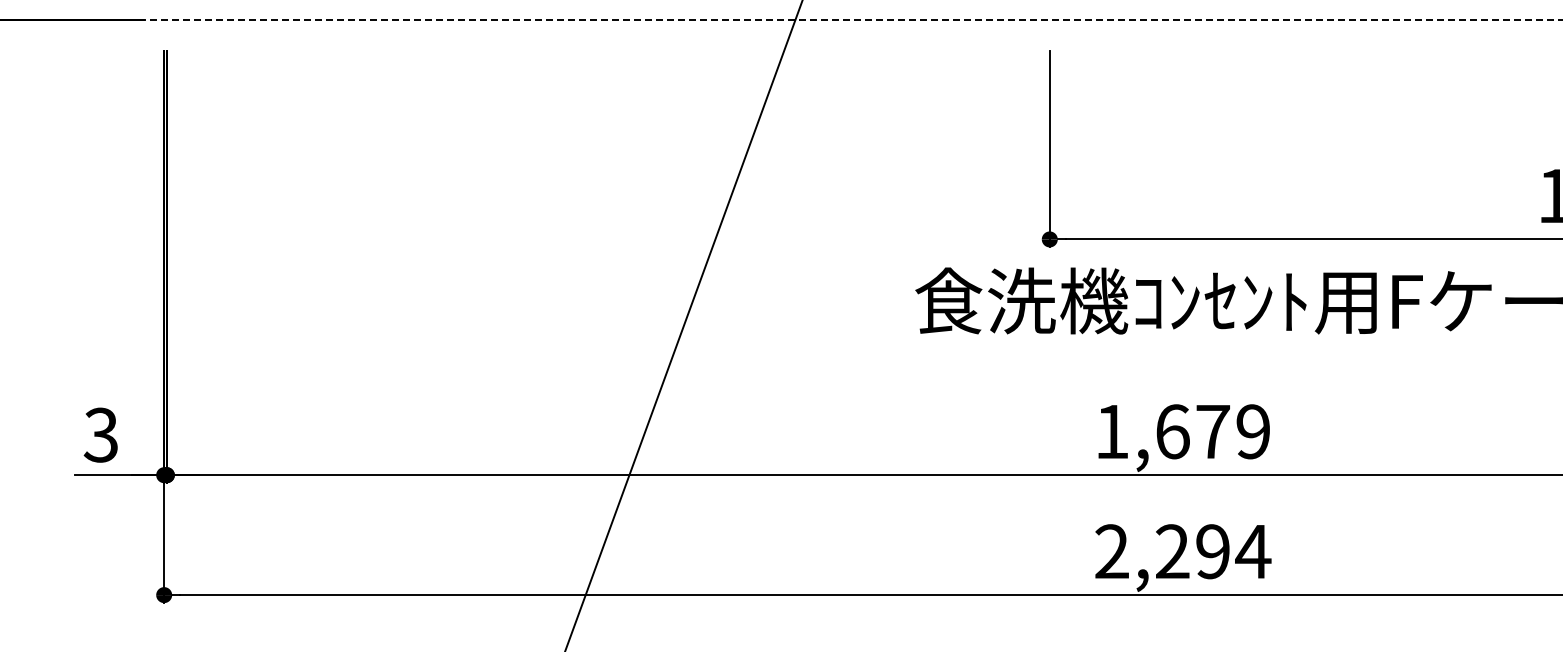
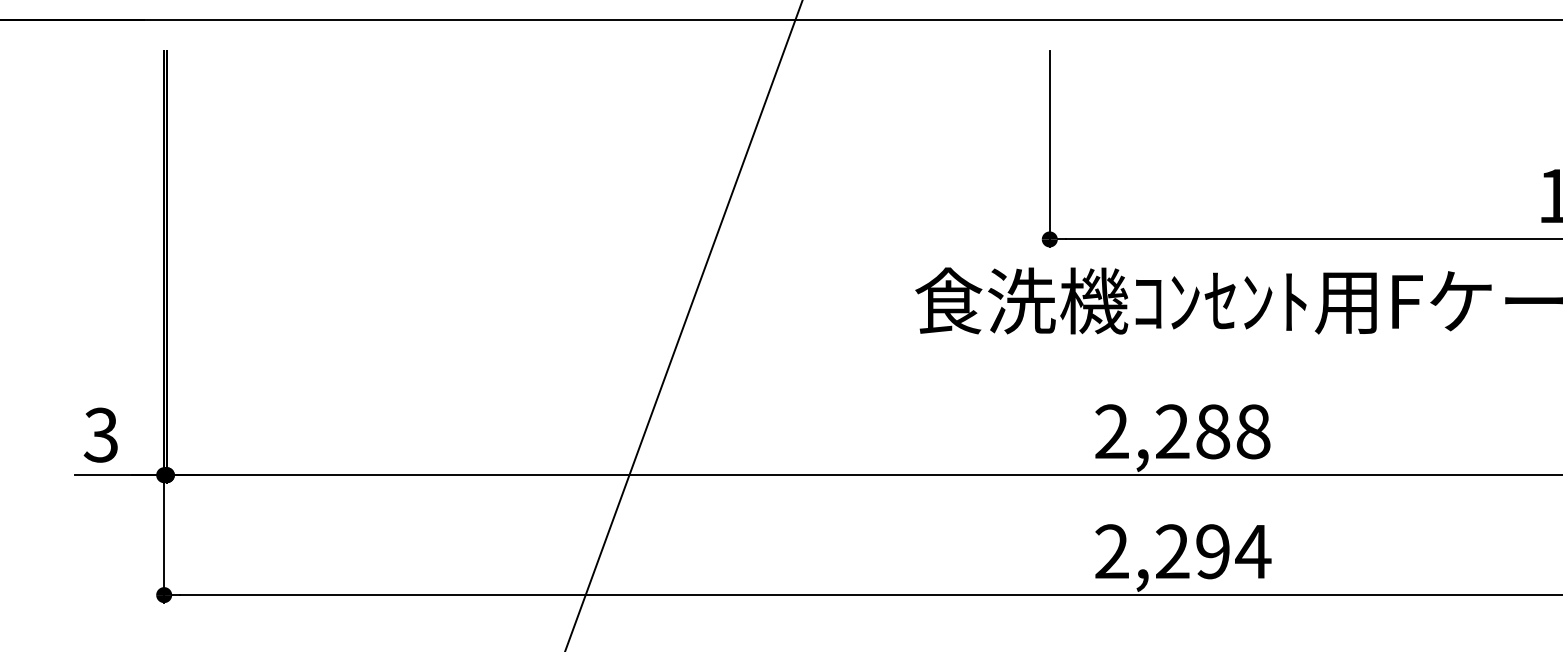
line at (781, 19): dashed -> solid
text at (1182, 431): 1,679 -> 2,288
